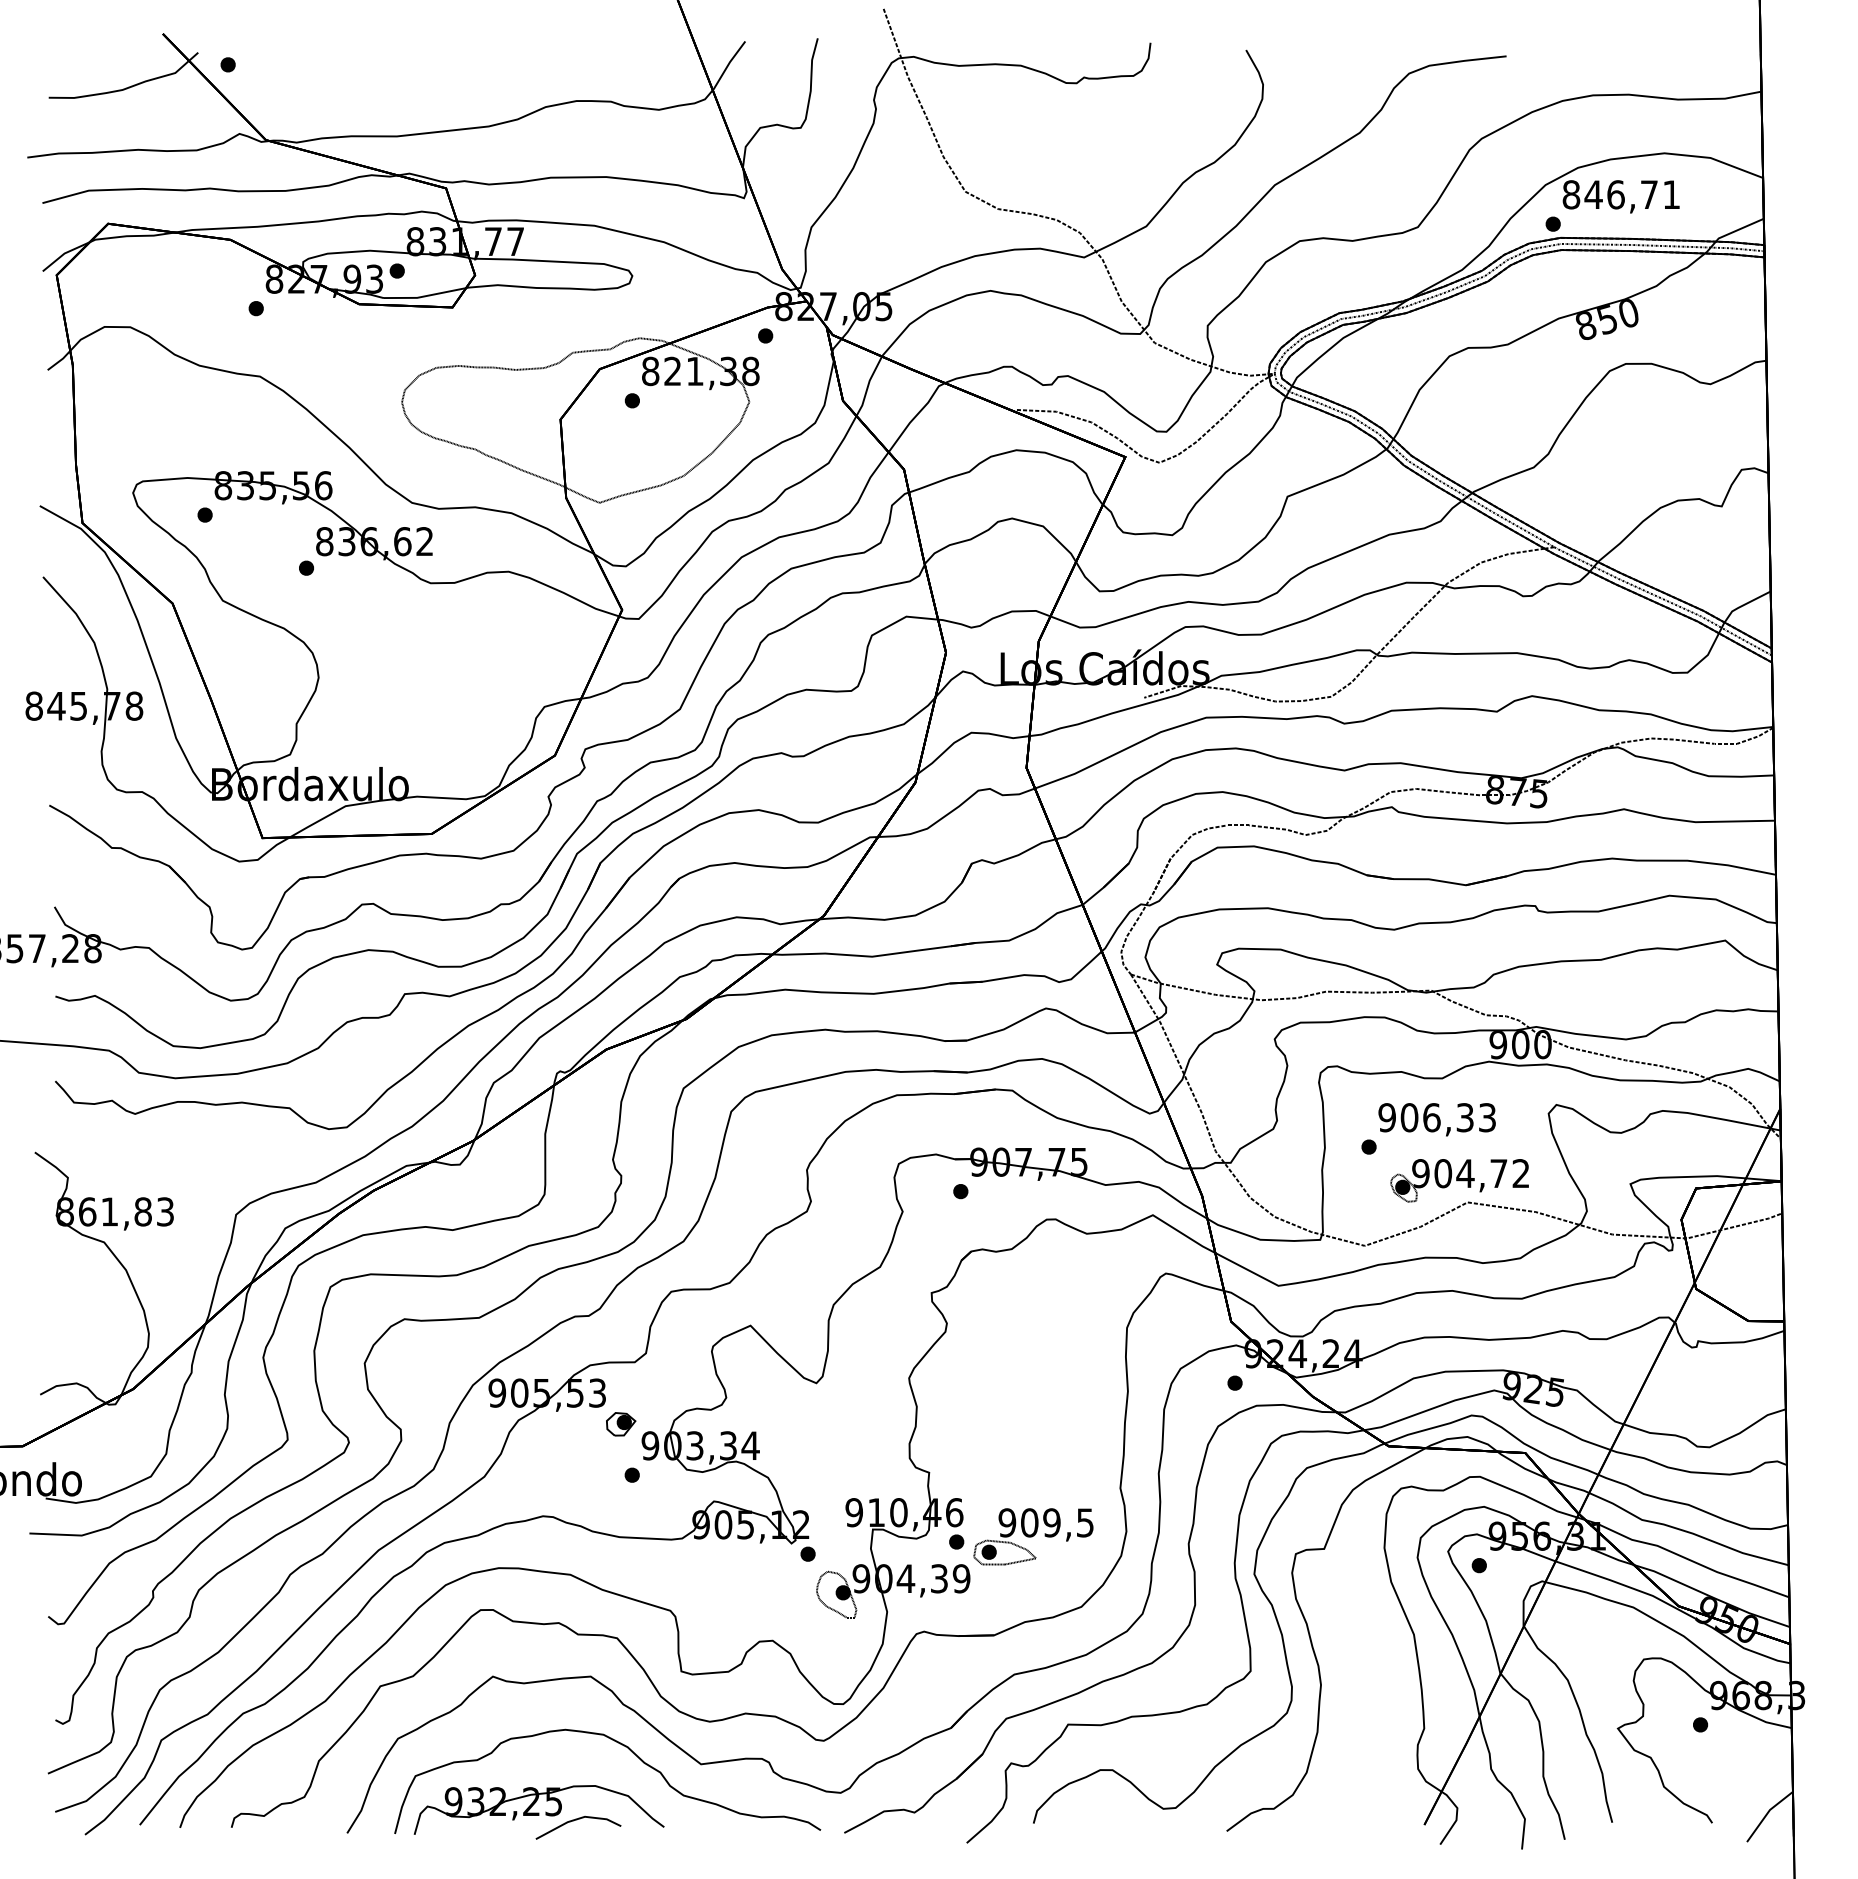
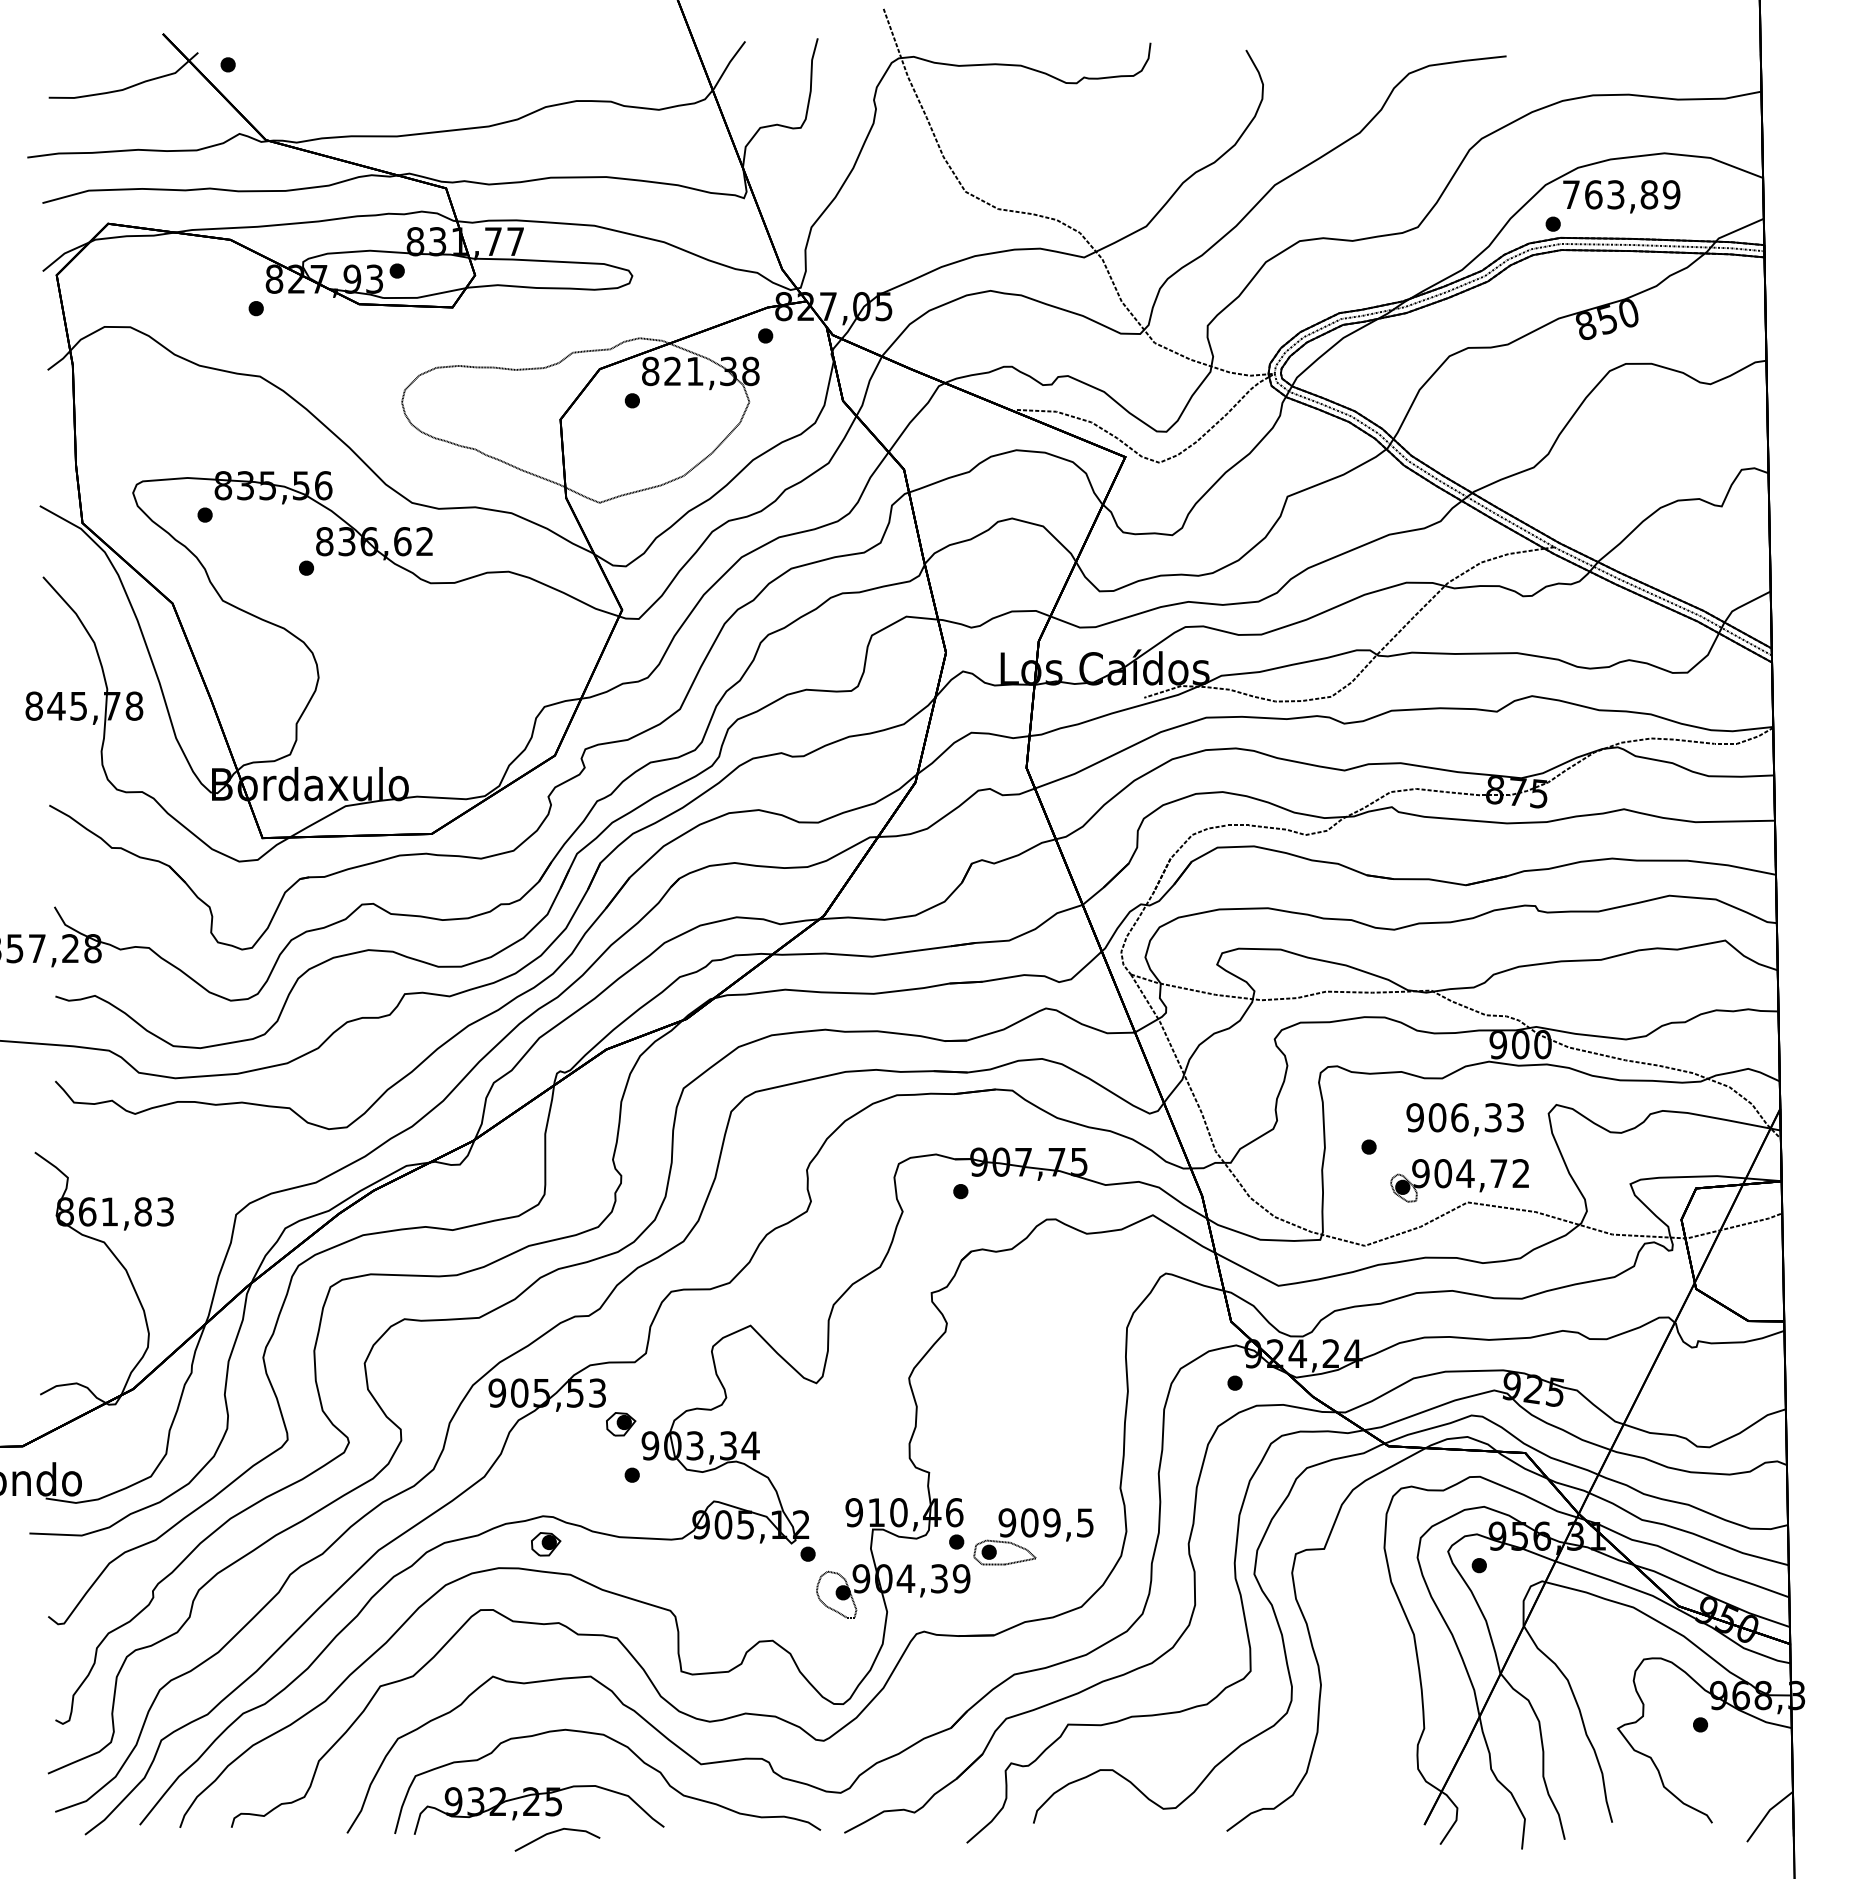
text at (1621, 194): 846,71 -> 763,89
text at (1436, 1119) position: (1436, 1119) -> (1464, 1119)
part at (546, 1544): none -> present
line at (577, 1820) position: (577, 1820) -> (556, 1832)
